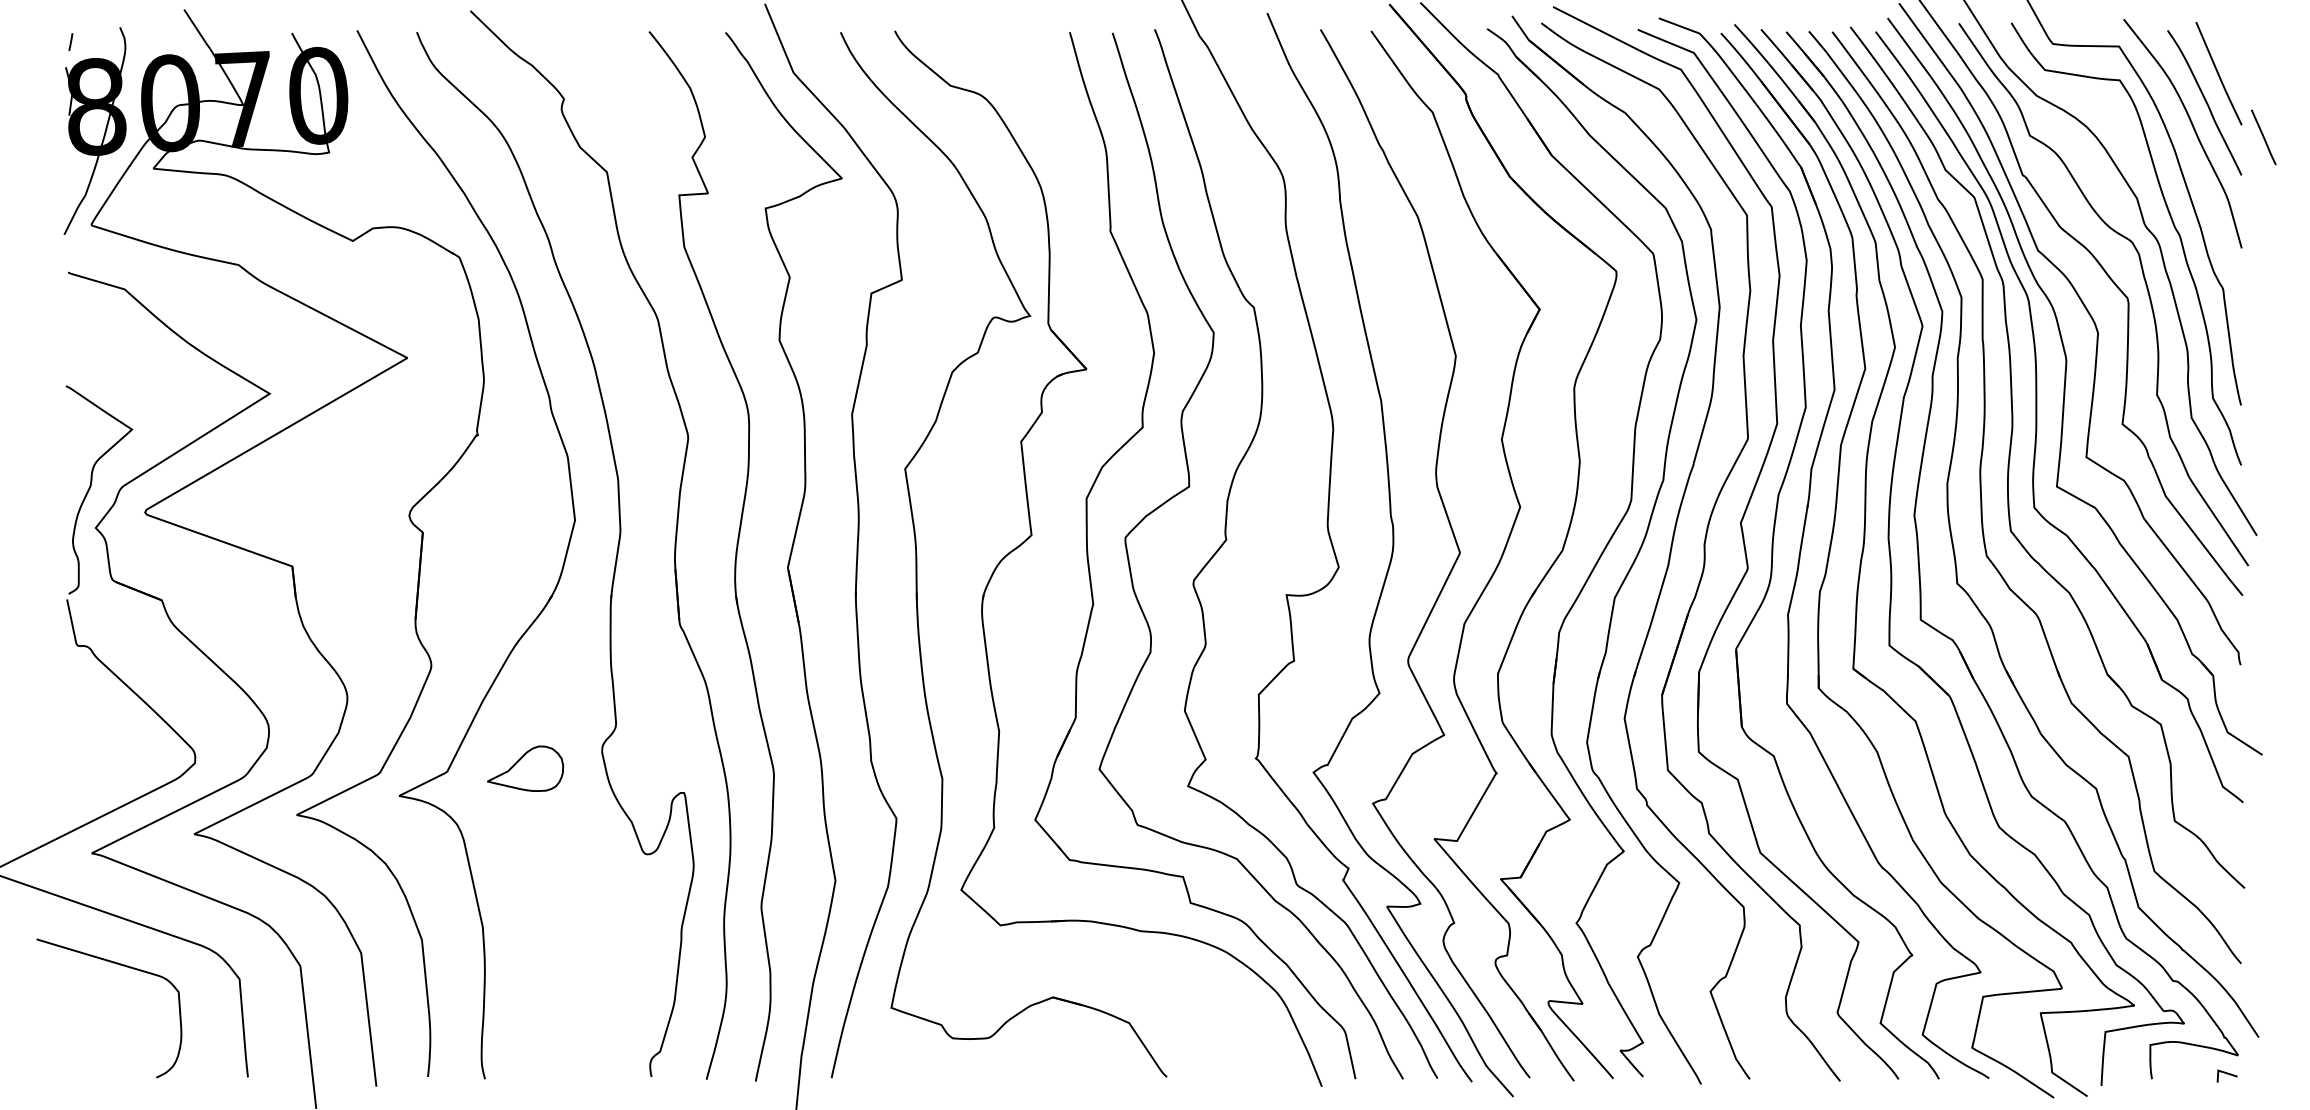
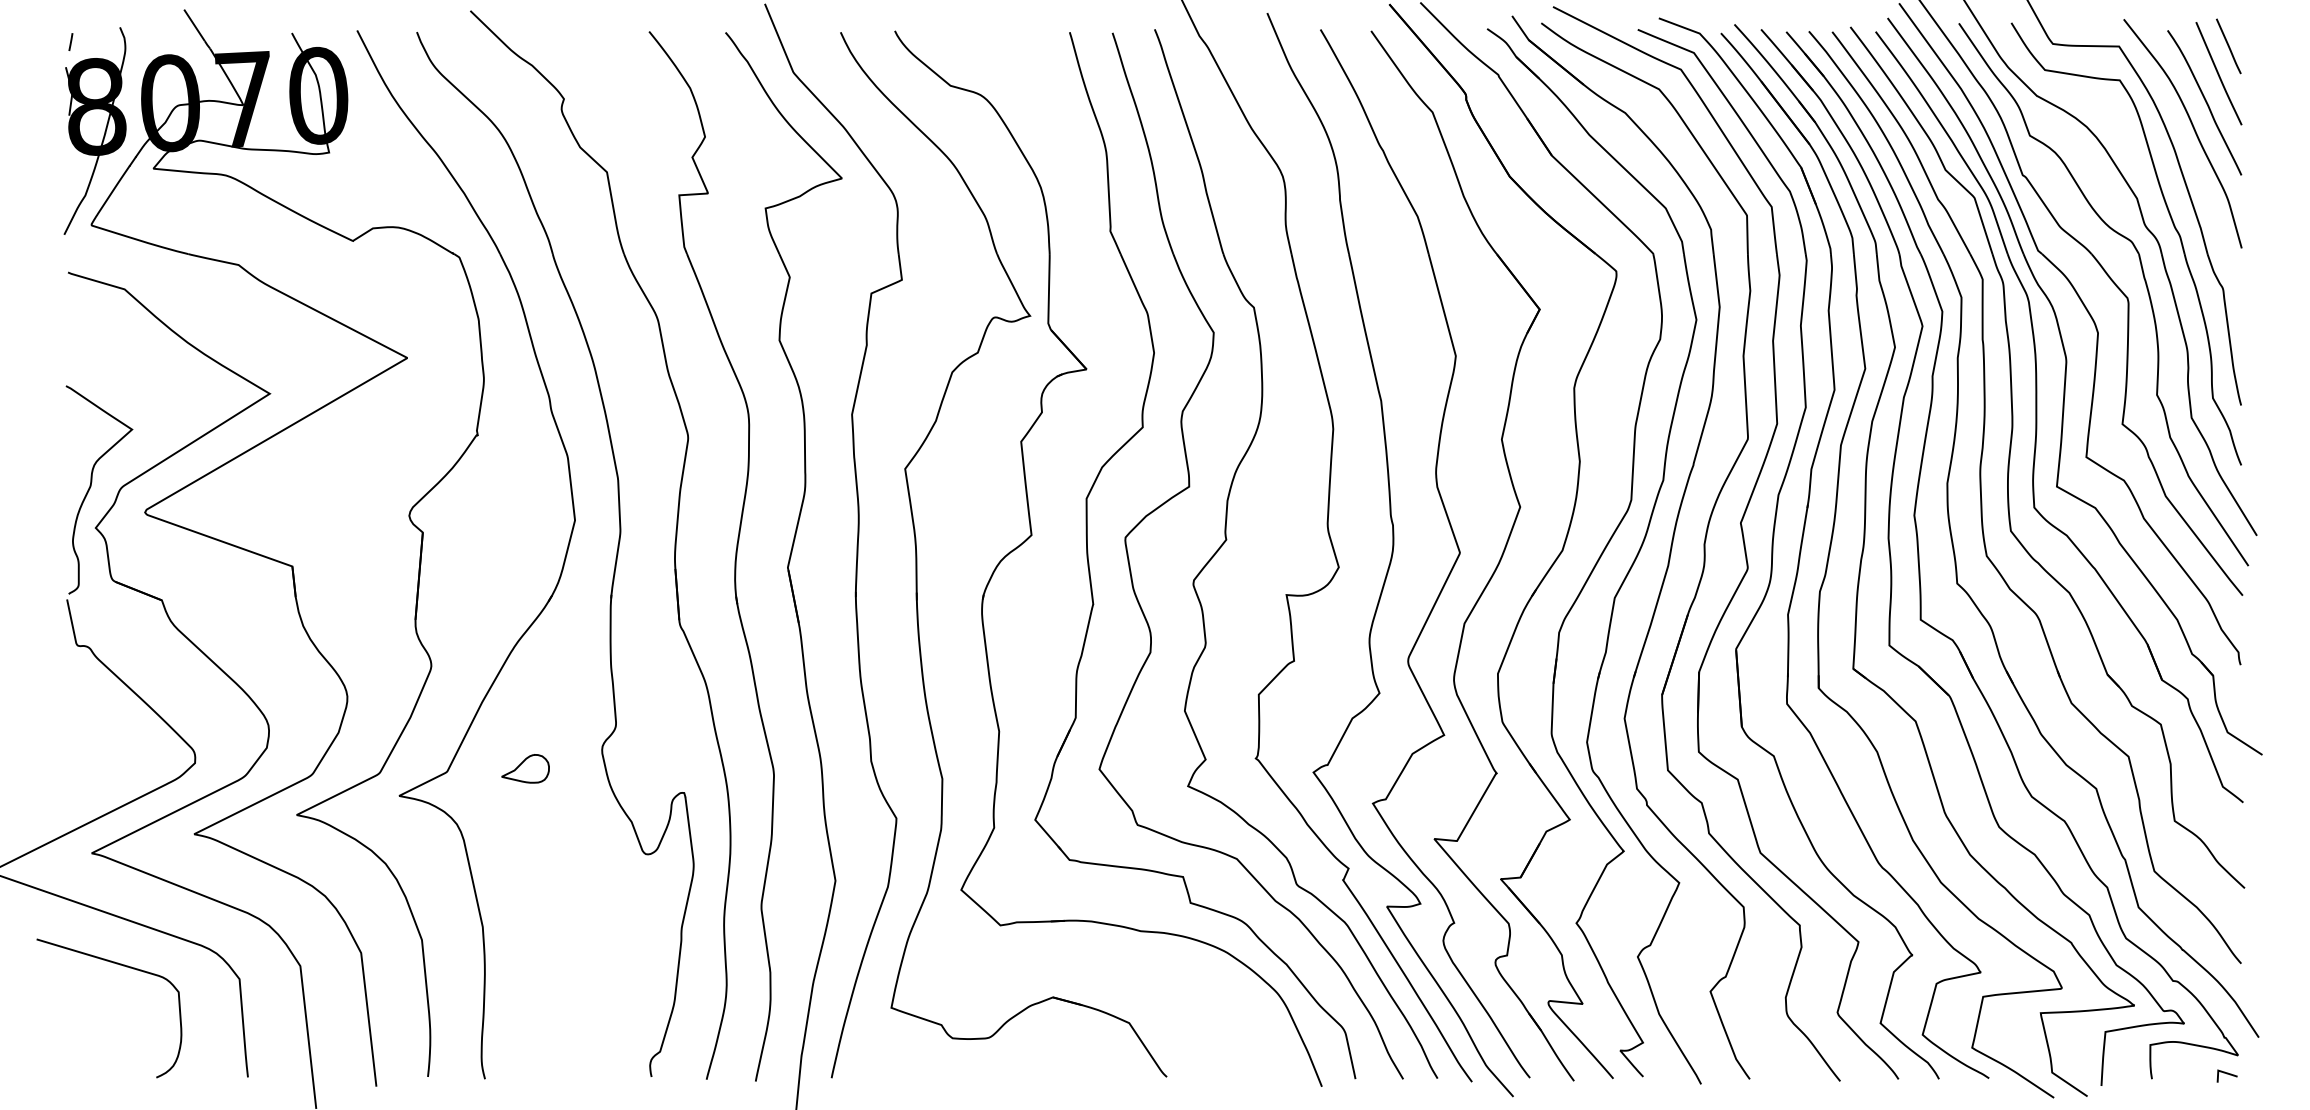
line at (2263, 137) position: (2263, 137) -> (2228, 46)
part at (525, 768) size: 78x47 px -> 49x30 px
